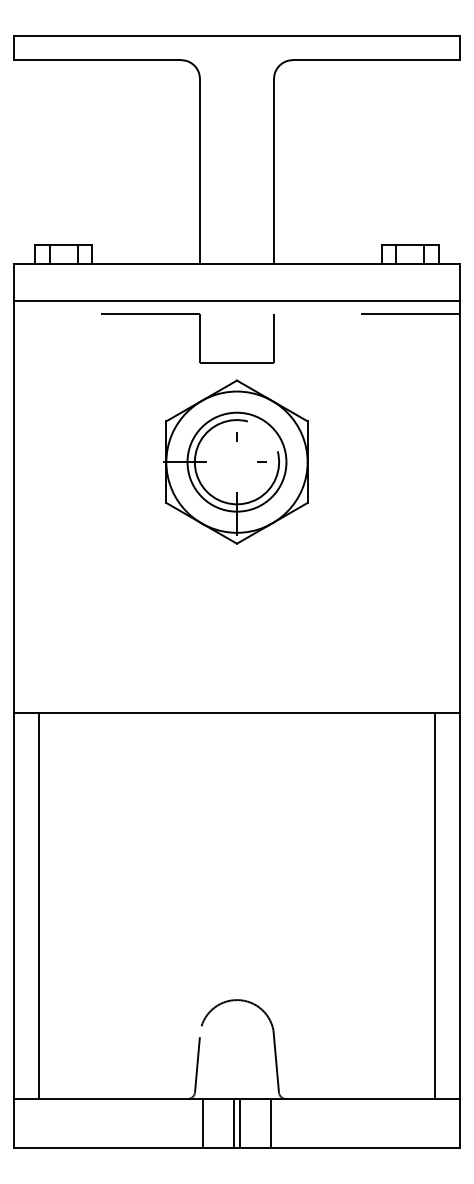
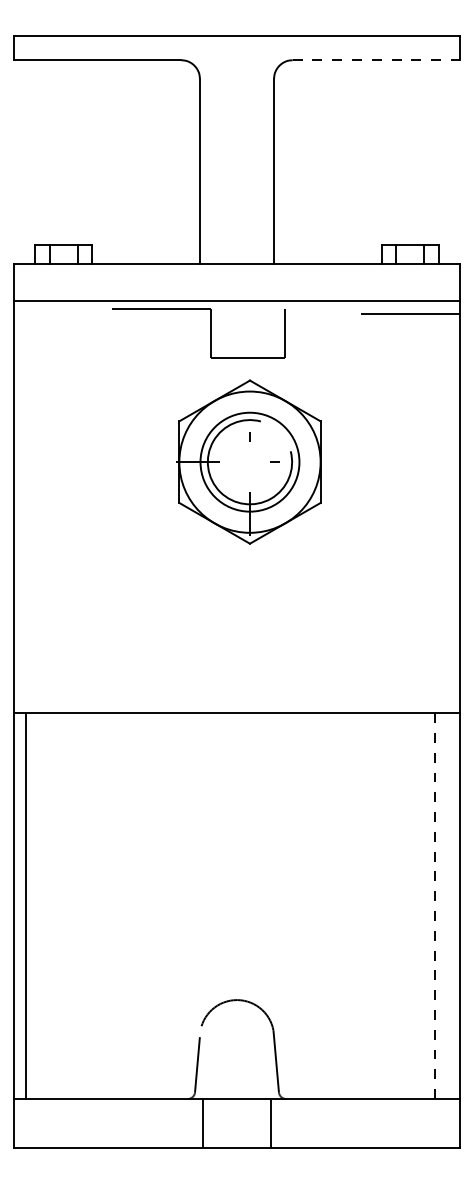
line at (376, 60): solid -> dashed
part at (199, 338) position: (199, 338) -> (210, 333)
part at (235, 461) position: (235, 461) -> (248, 461)
line at (39, 905) position: (39, 905) -> (26, 905)
line at (434, 905): solid -> dashed
line at (233, 1123): present -> none
line at (240, 1123): present -> none
